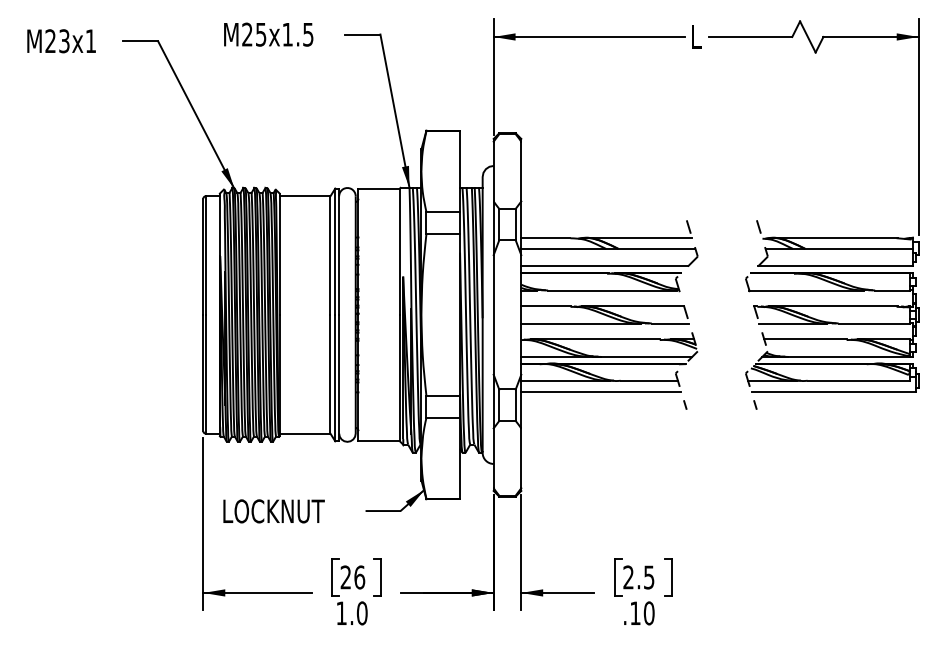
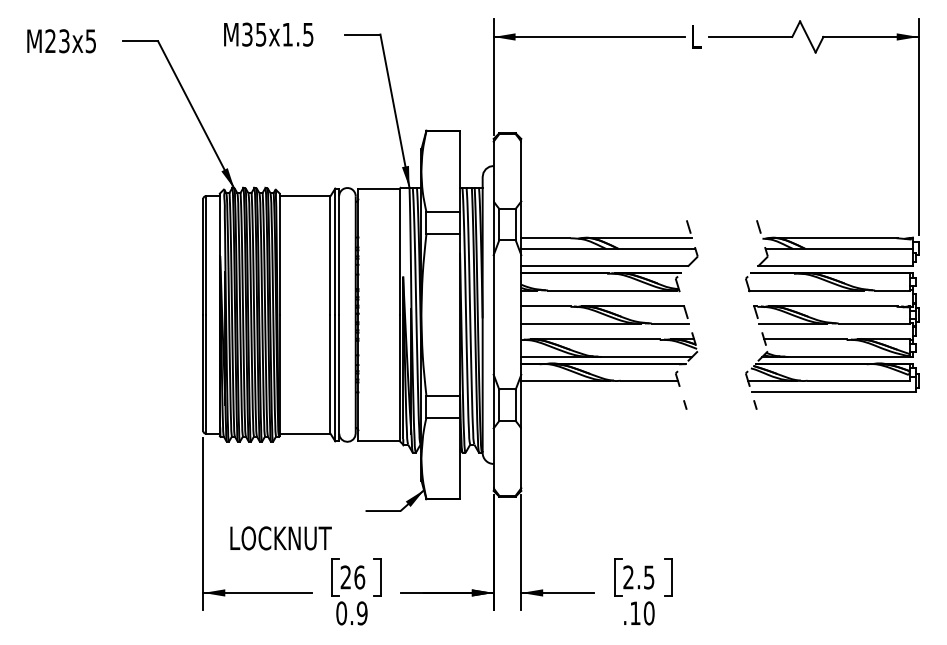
text at (247, 34): M25x1.5 -> M35x1.5
text at (90, 41): M23x1 -> M23x5
line at (601, 392): present -> none
text at (273, 511) position: (273, 511) -> (280, 538)
text at (351, 613): 1.0 -> 0.9
